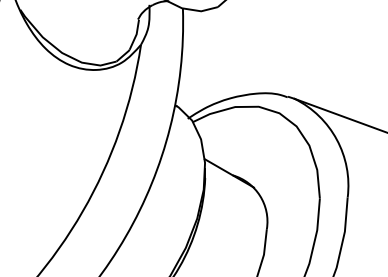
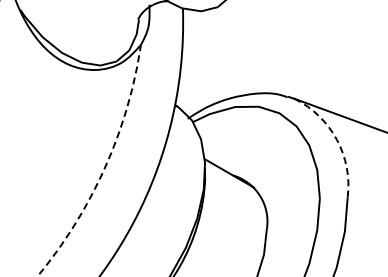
arc at (336, 139): solid -> dashed
arc at (104, 168): solid -> dashed
